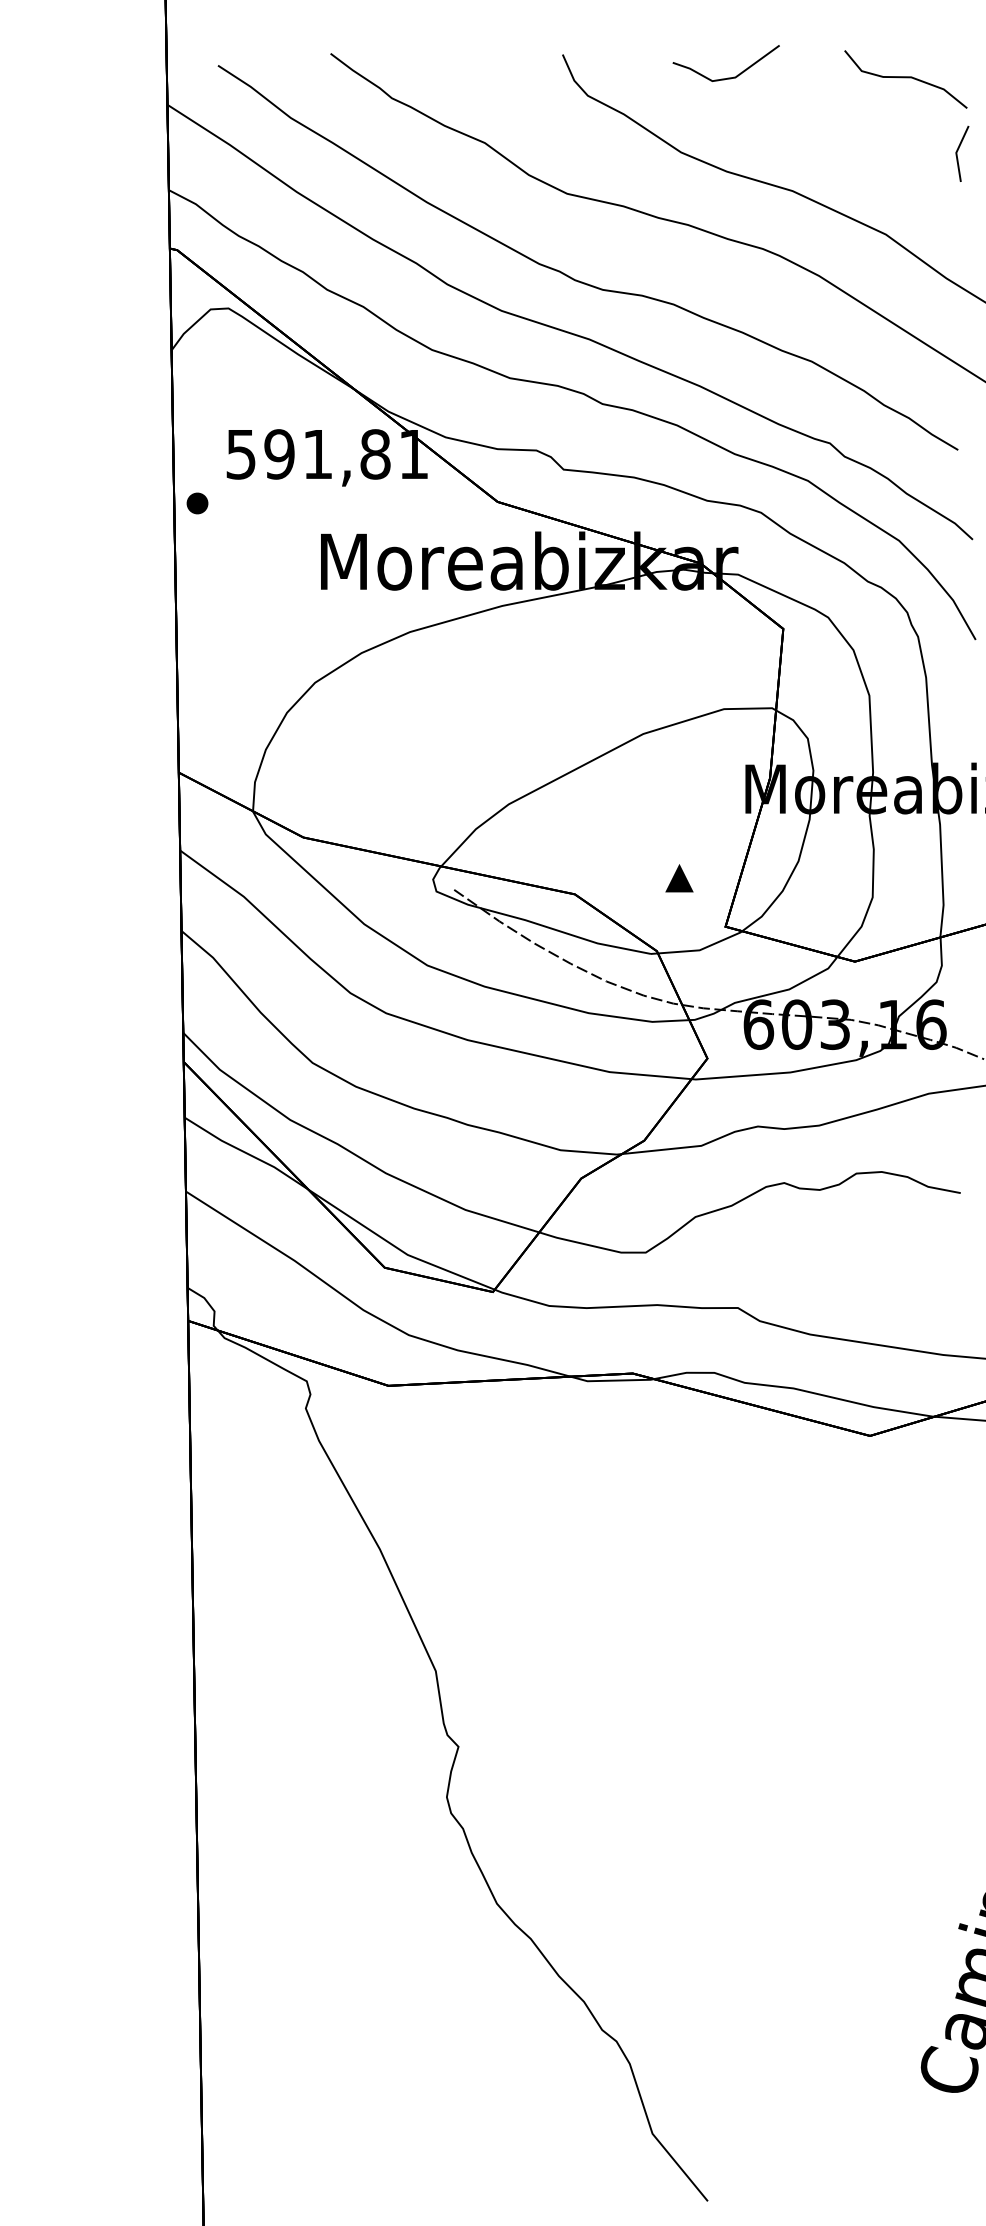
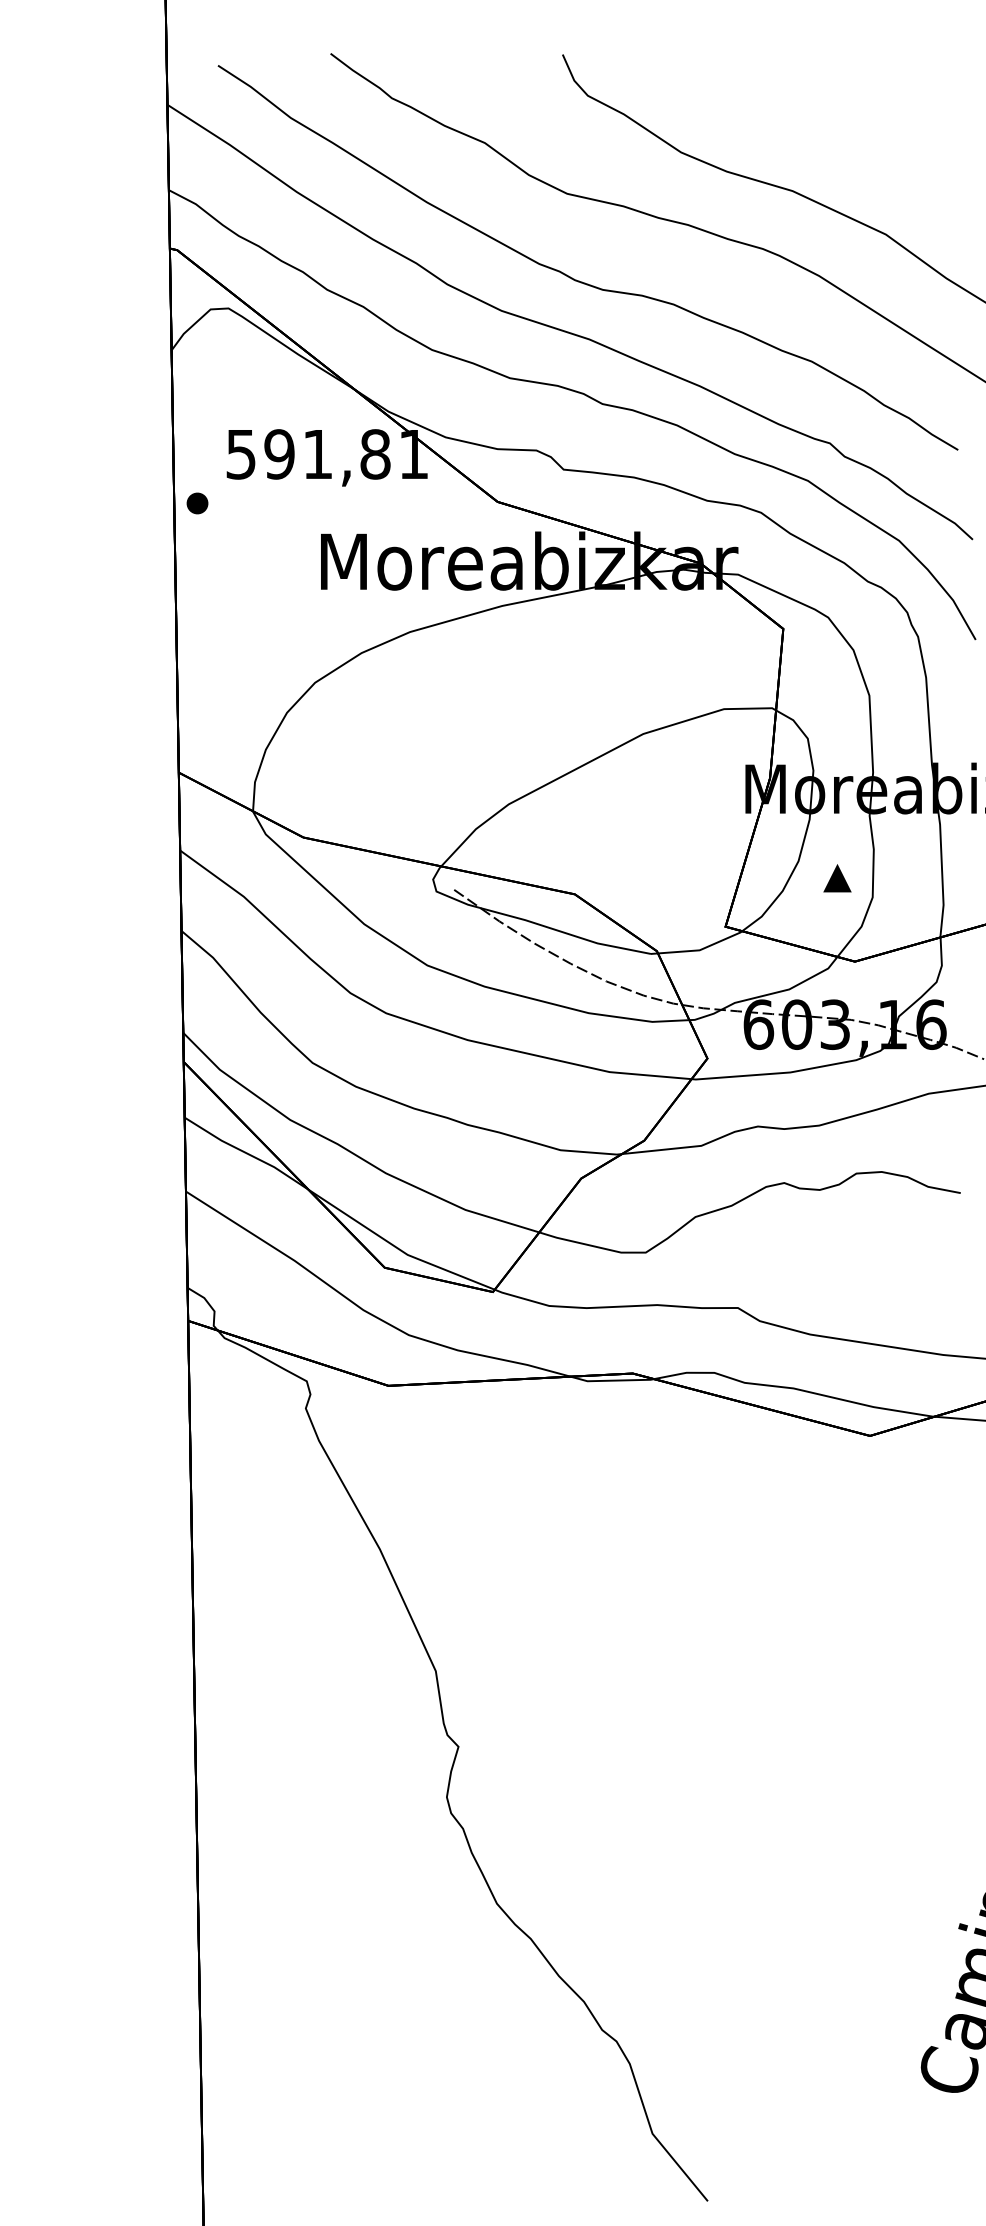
line at (727, 77): present -> none
curve at (905, 78): present -> none
line at (958, 150): present -> none
part at (679, 878) position: (679, 878) -> (837, 878)
